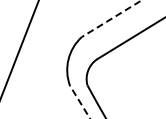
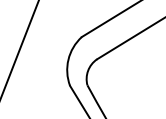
line at (111, 18): dashed -> solid
line at (79, 102): dashed -> solid
